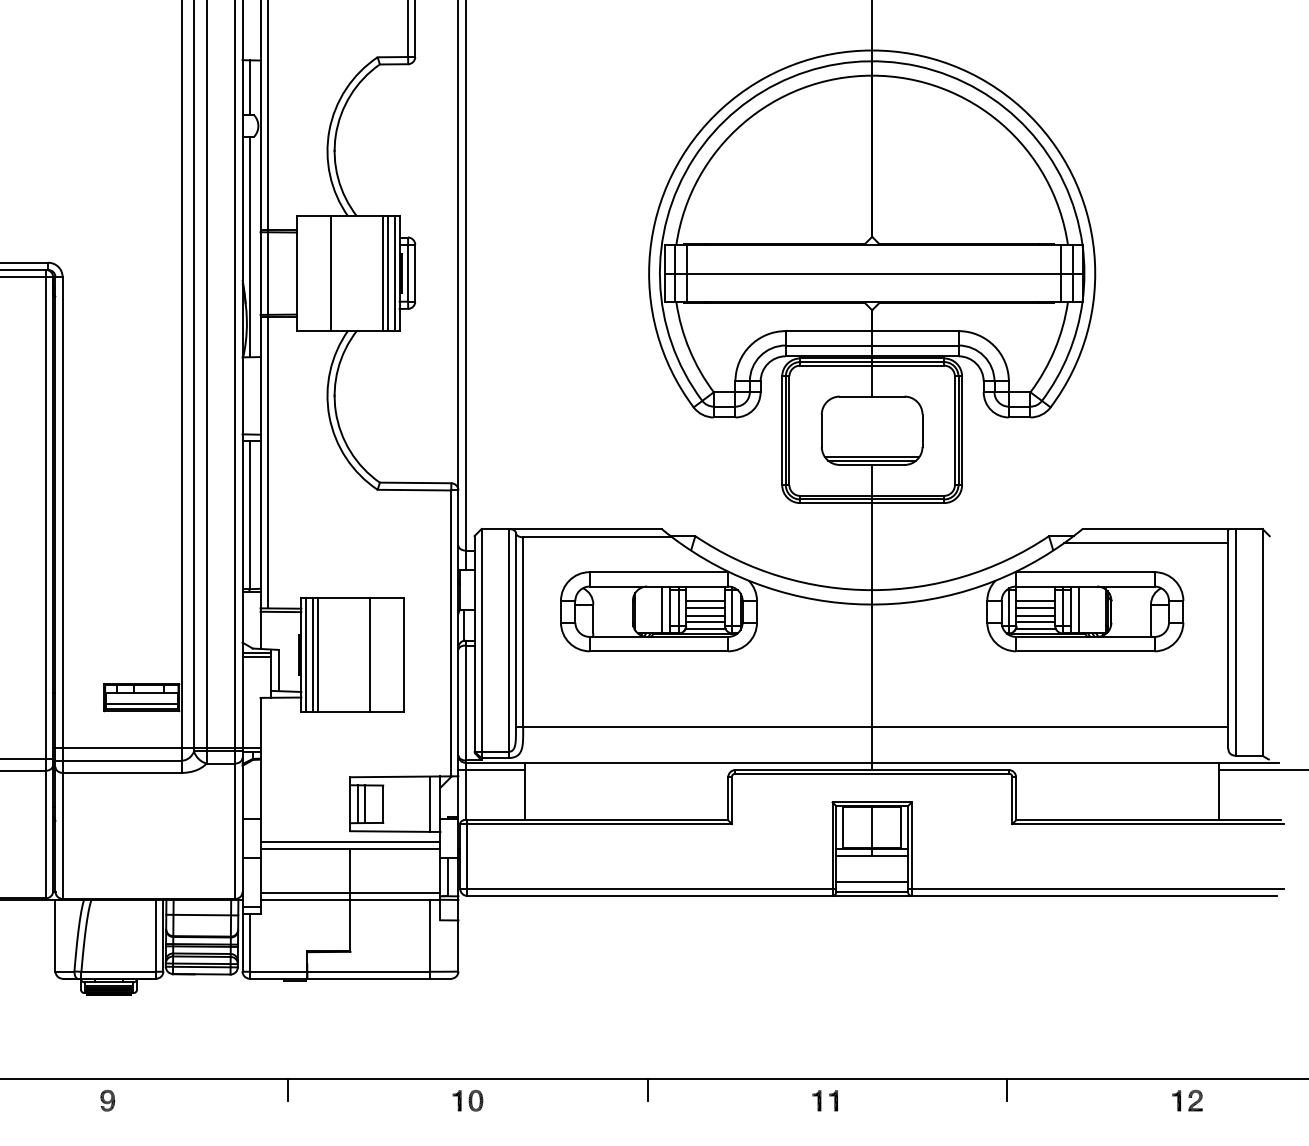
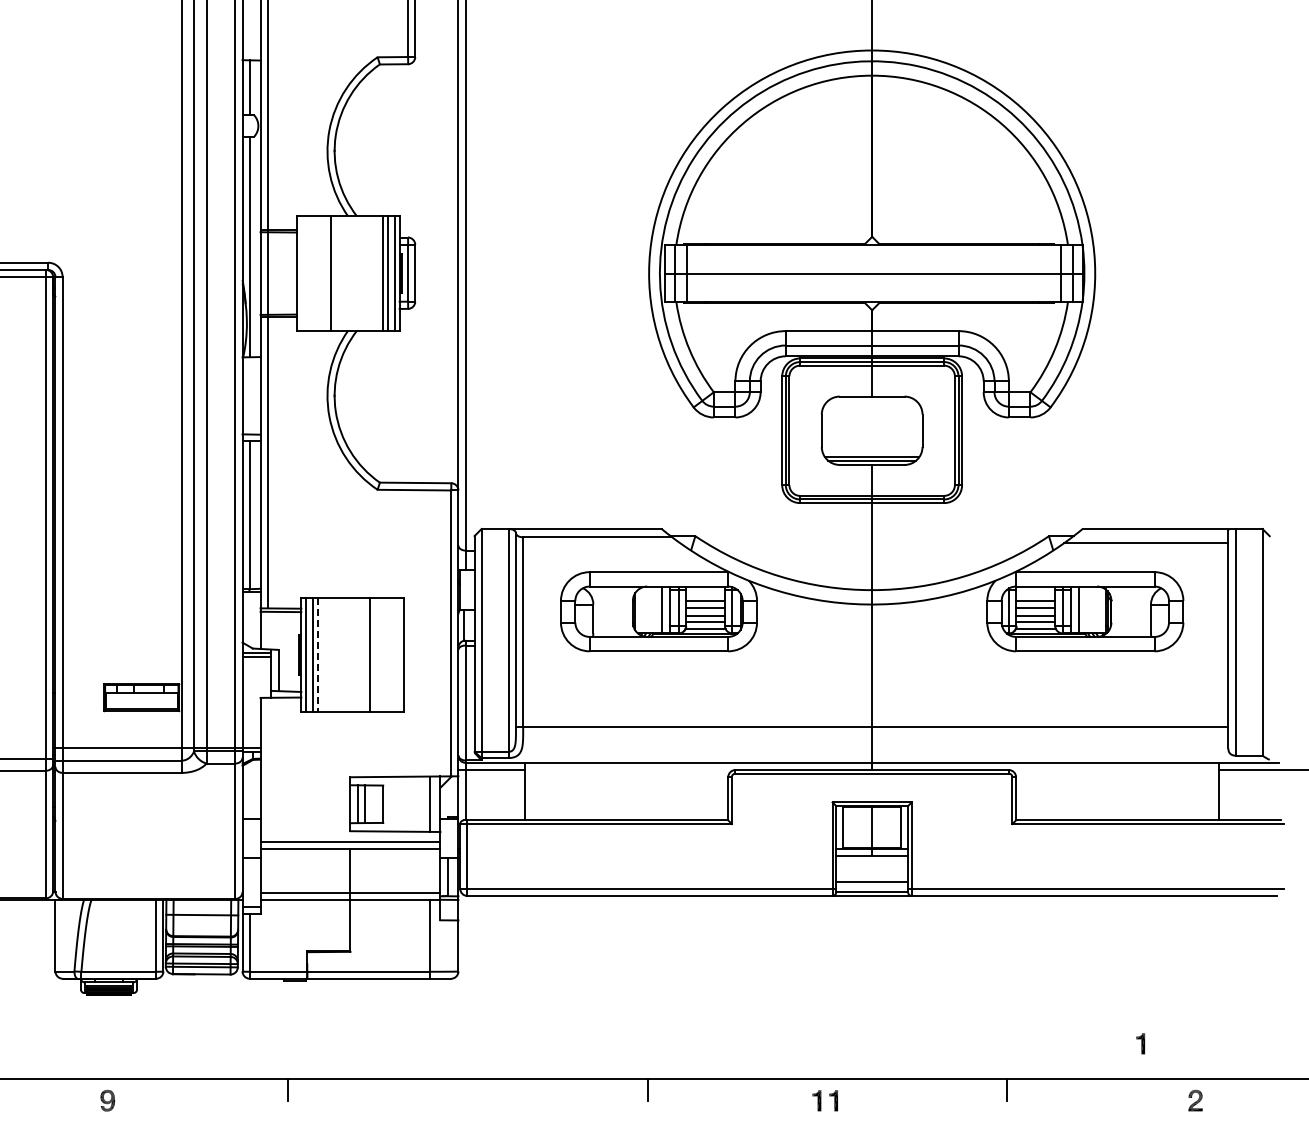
line at (317, 655): solid -> dashed
line at (141, 703): present -> none
part at (467, 1100): present -> none
part at (1176, 1100) position: (1176, 1100) -> (1140, 1043)
